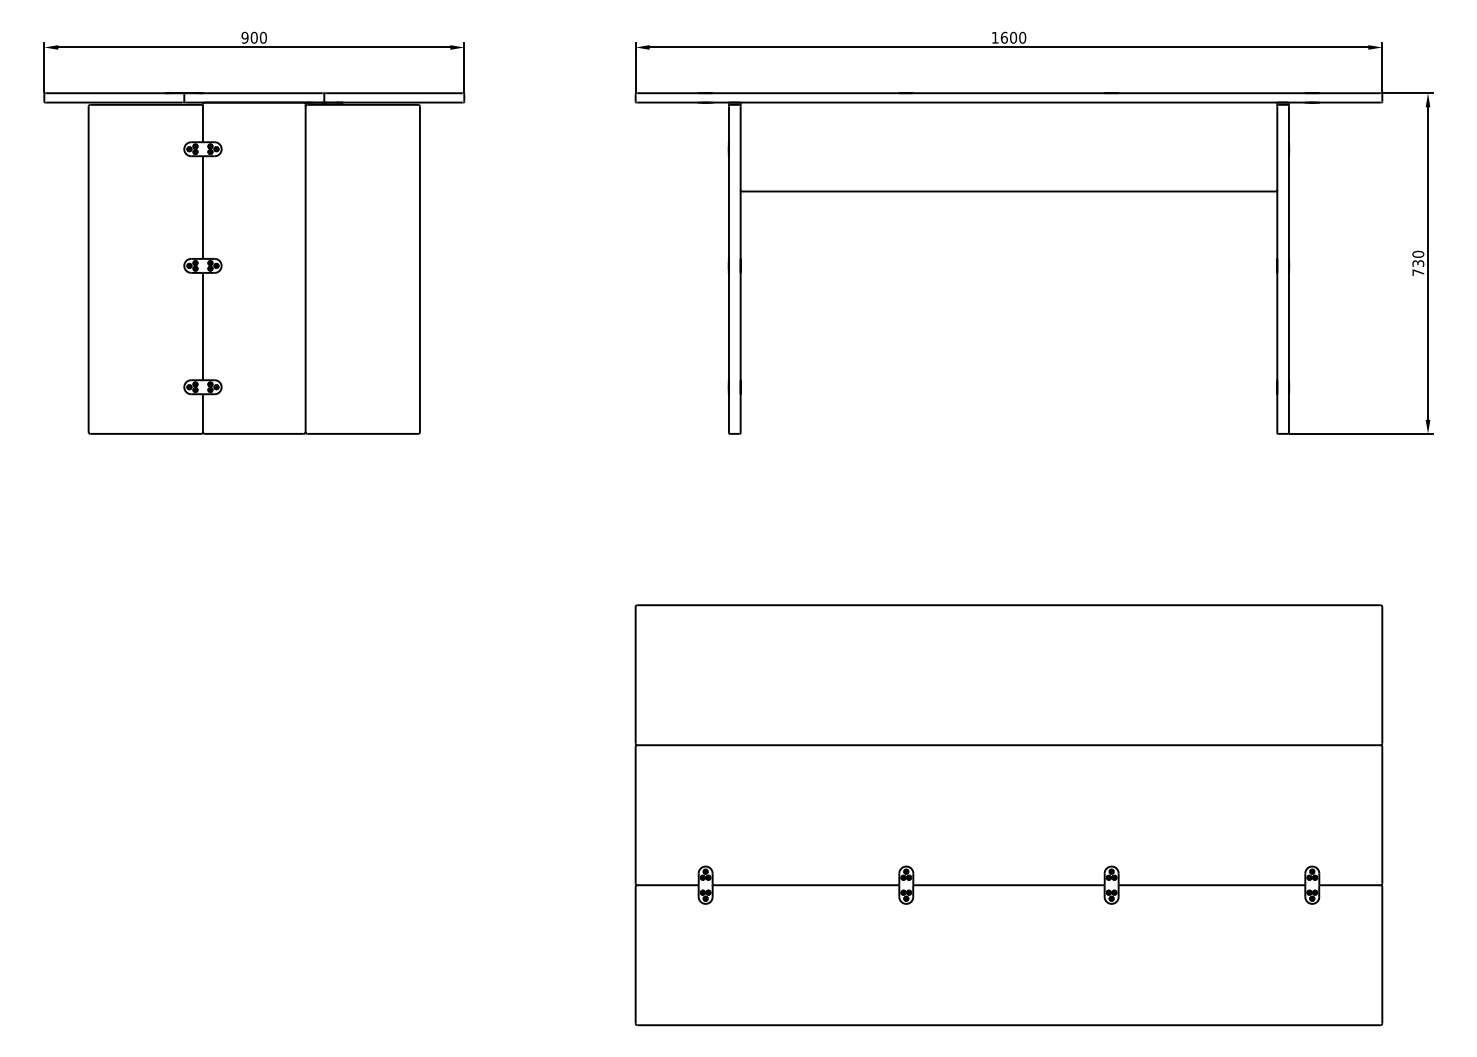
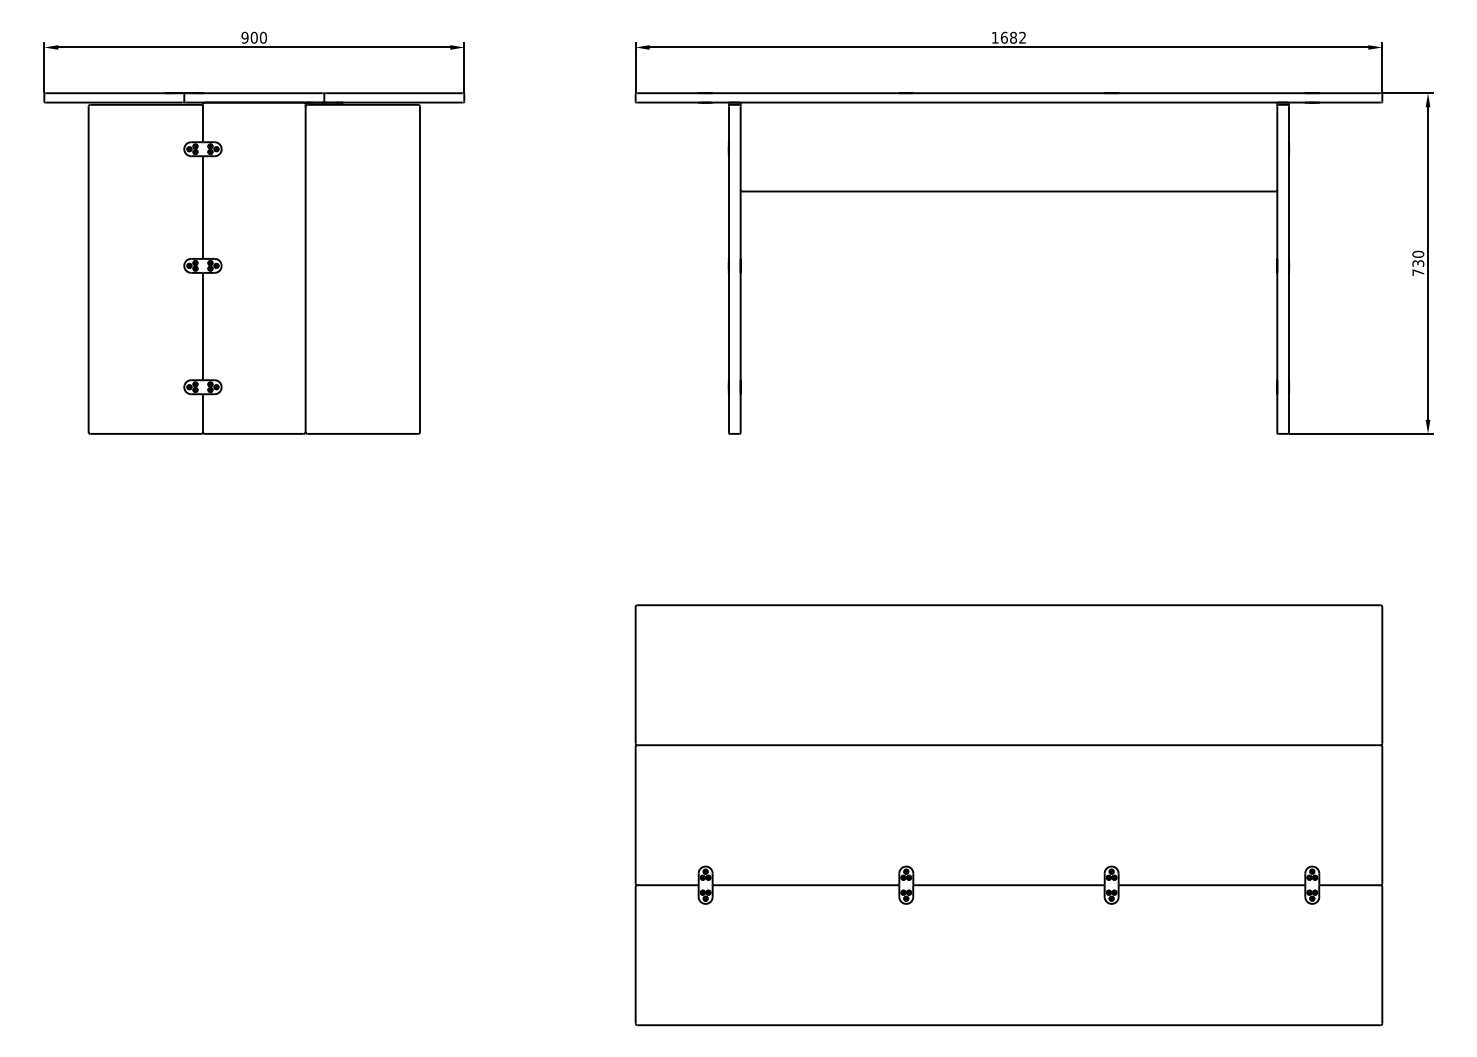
text at (1018, 37): 1600 -> 1682
